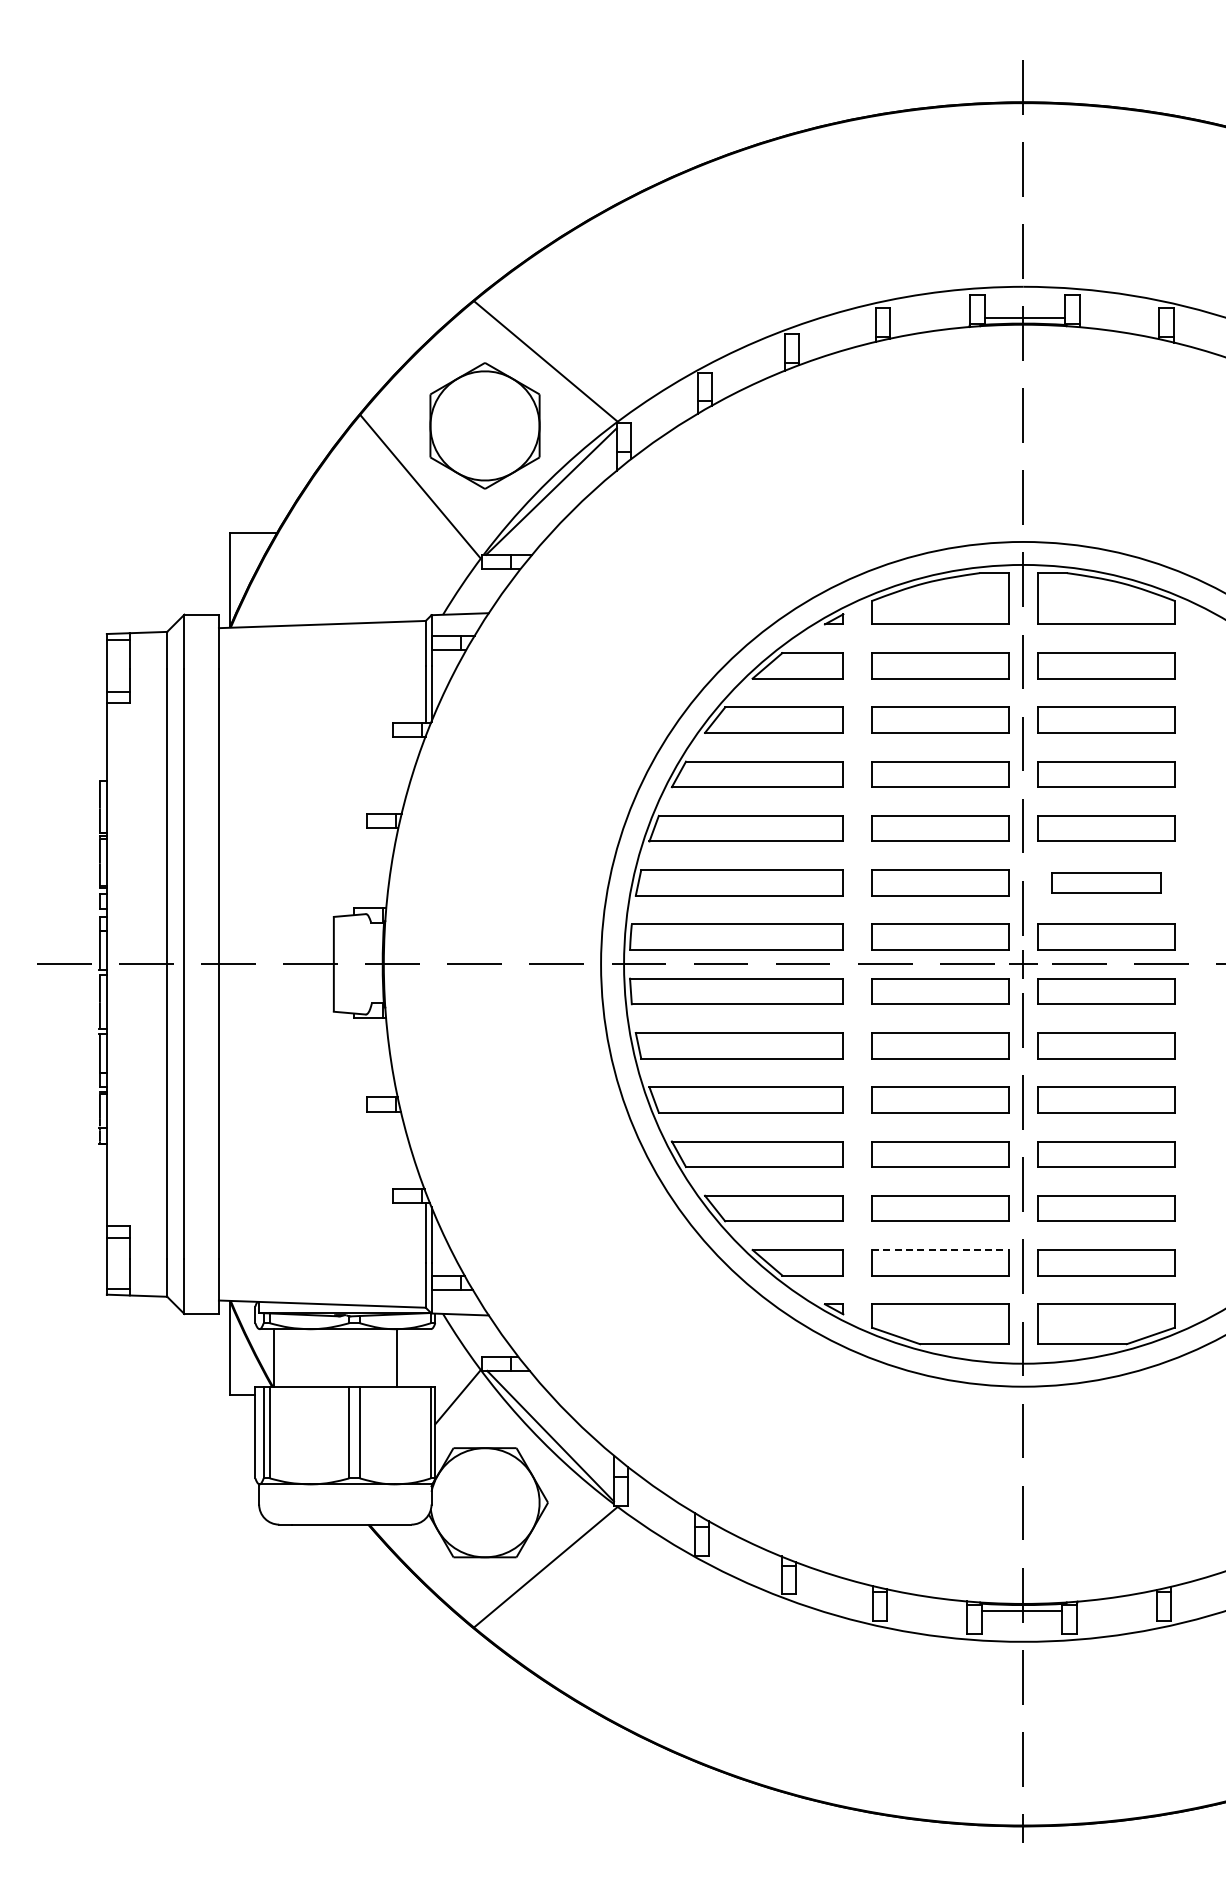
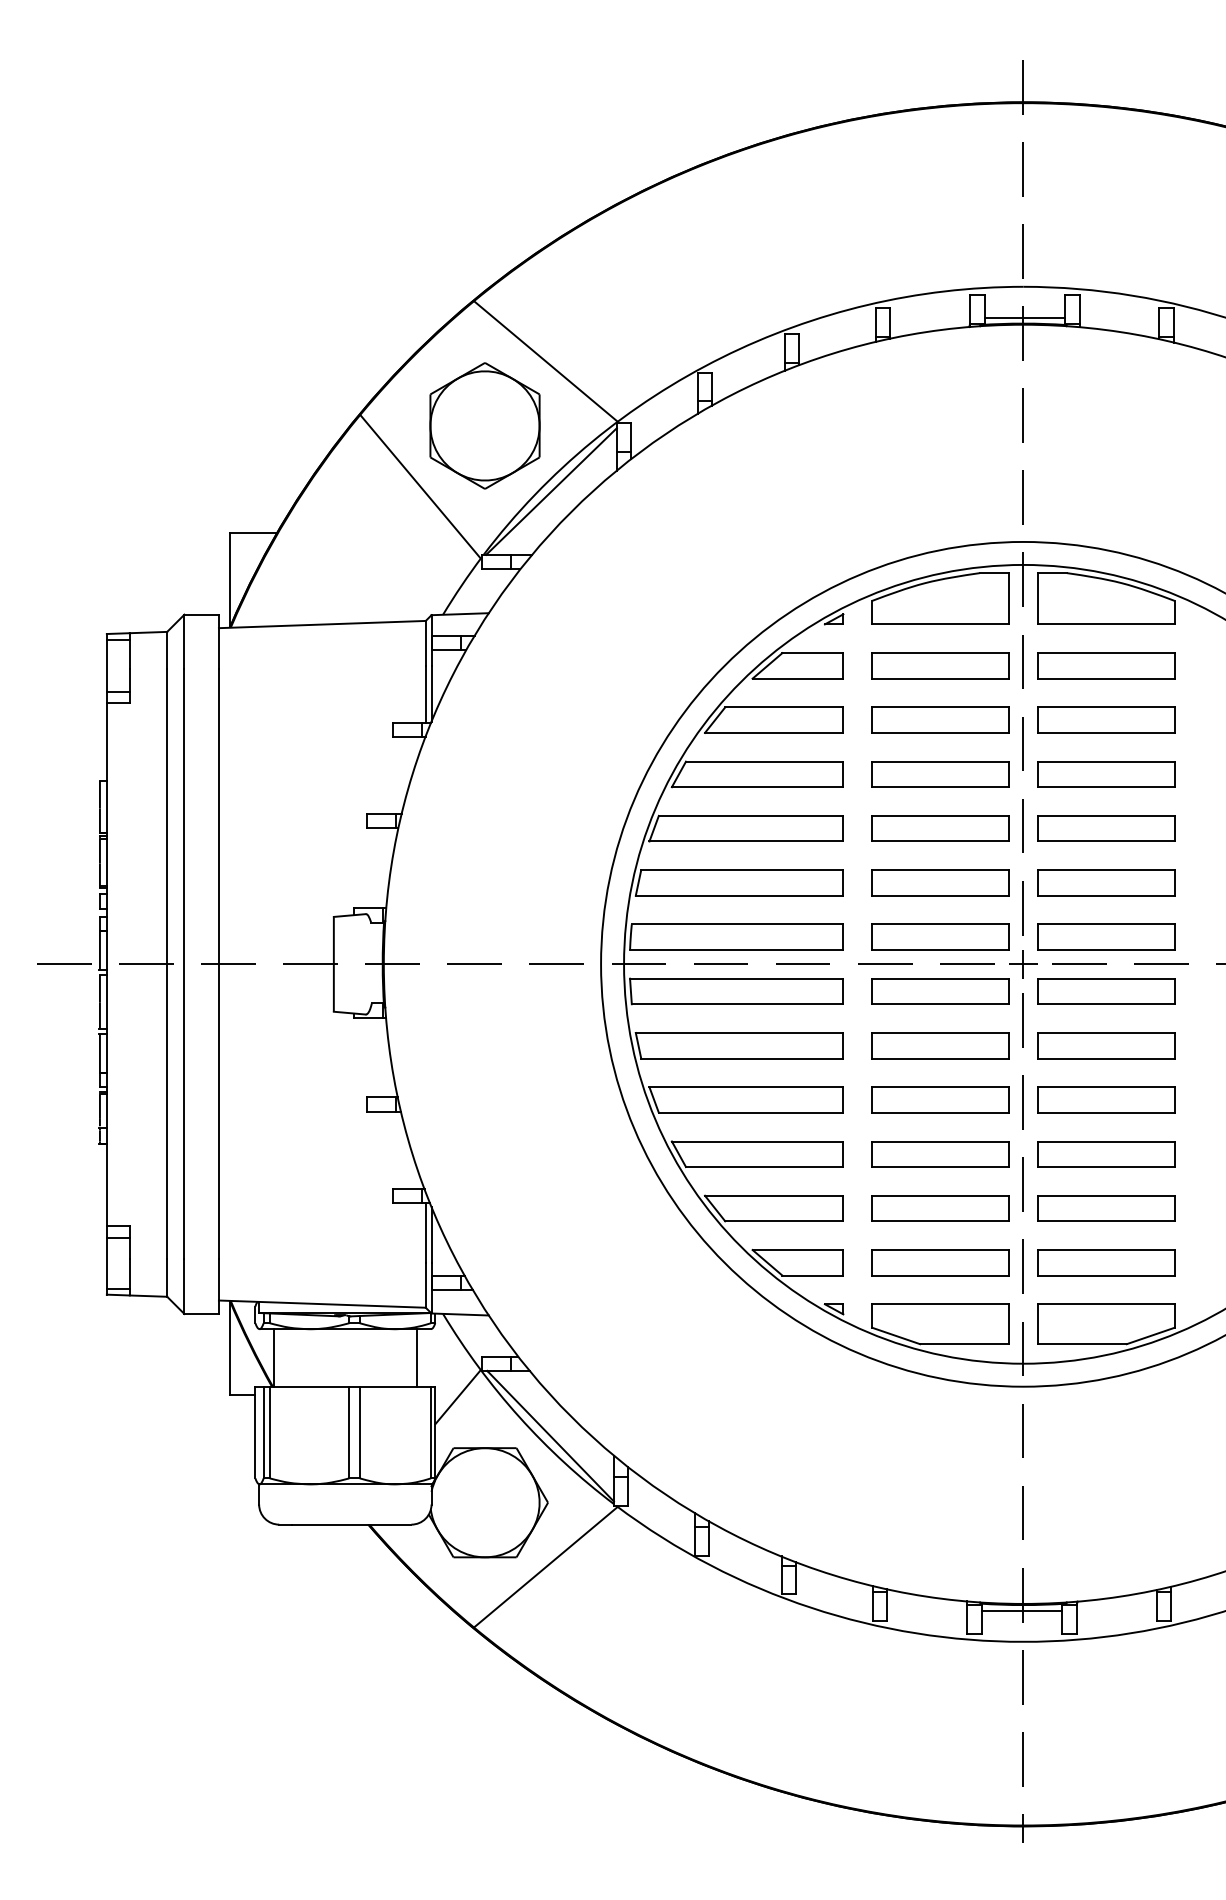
part at (1106, 882) size: 111x22 px -> 139x28 px
line at (940, 1250): dashed -> solid
line at (397, 1357) position: (397, 1357) -> (417, 1357)
